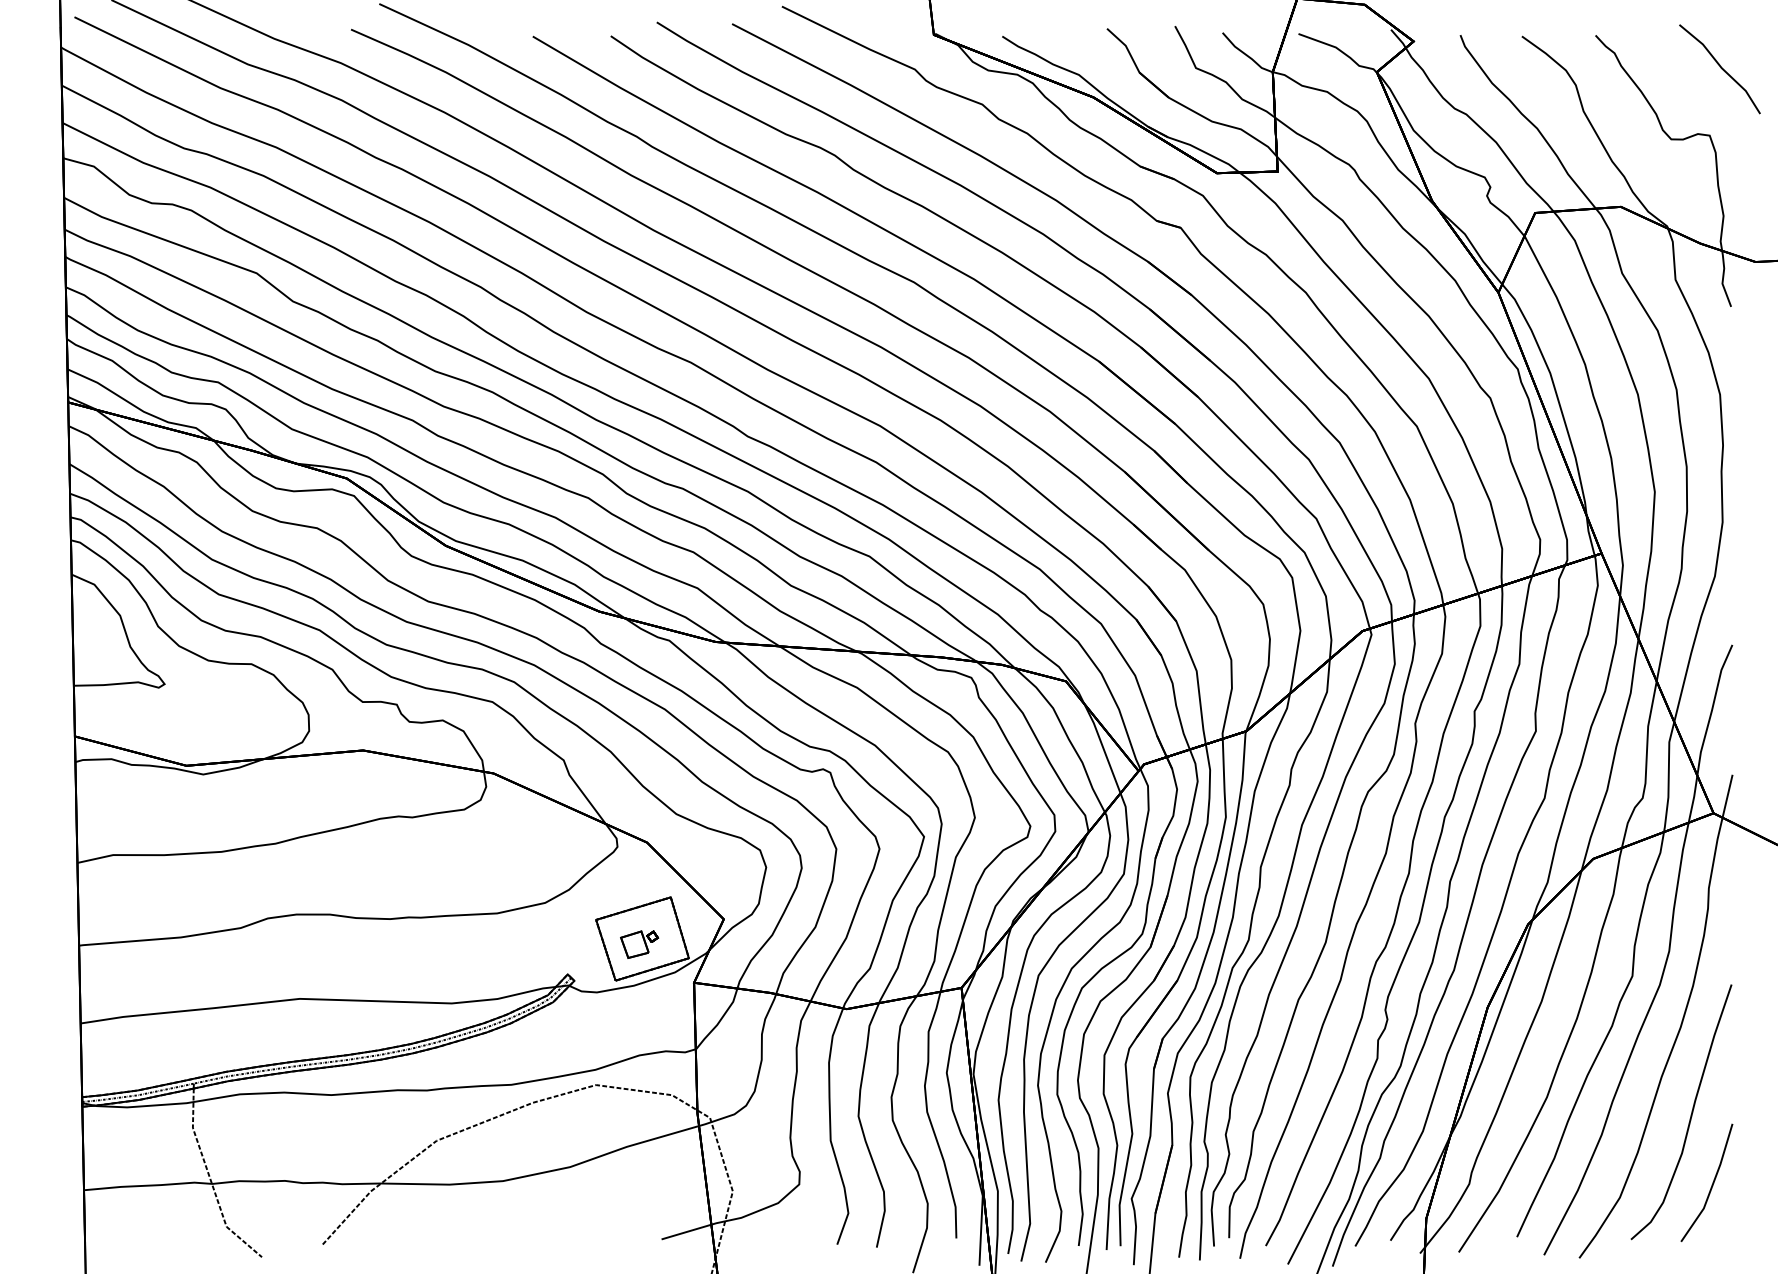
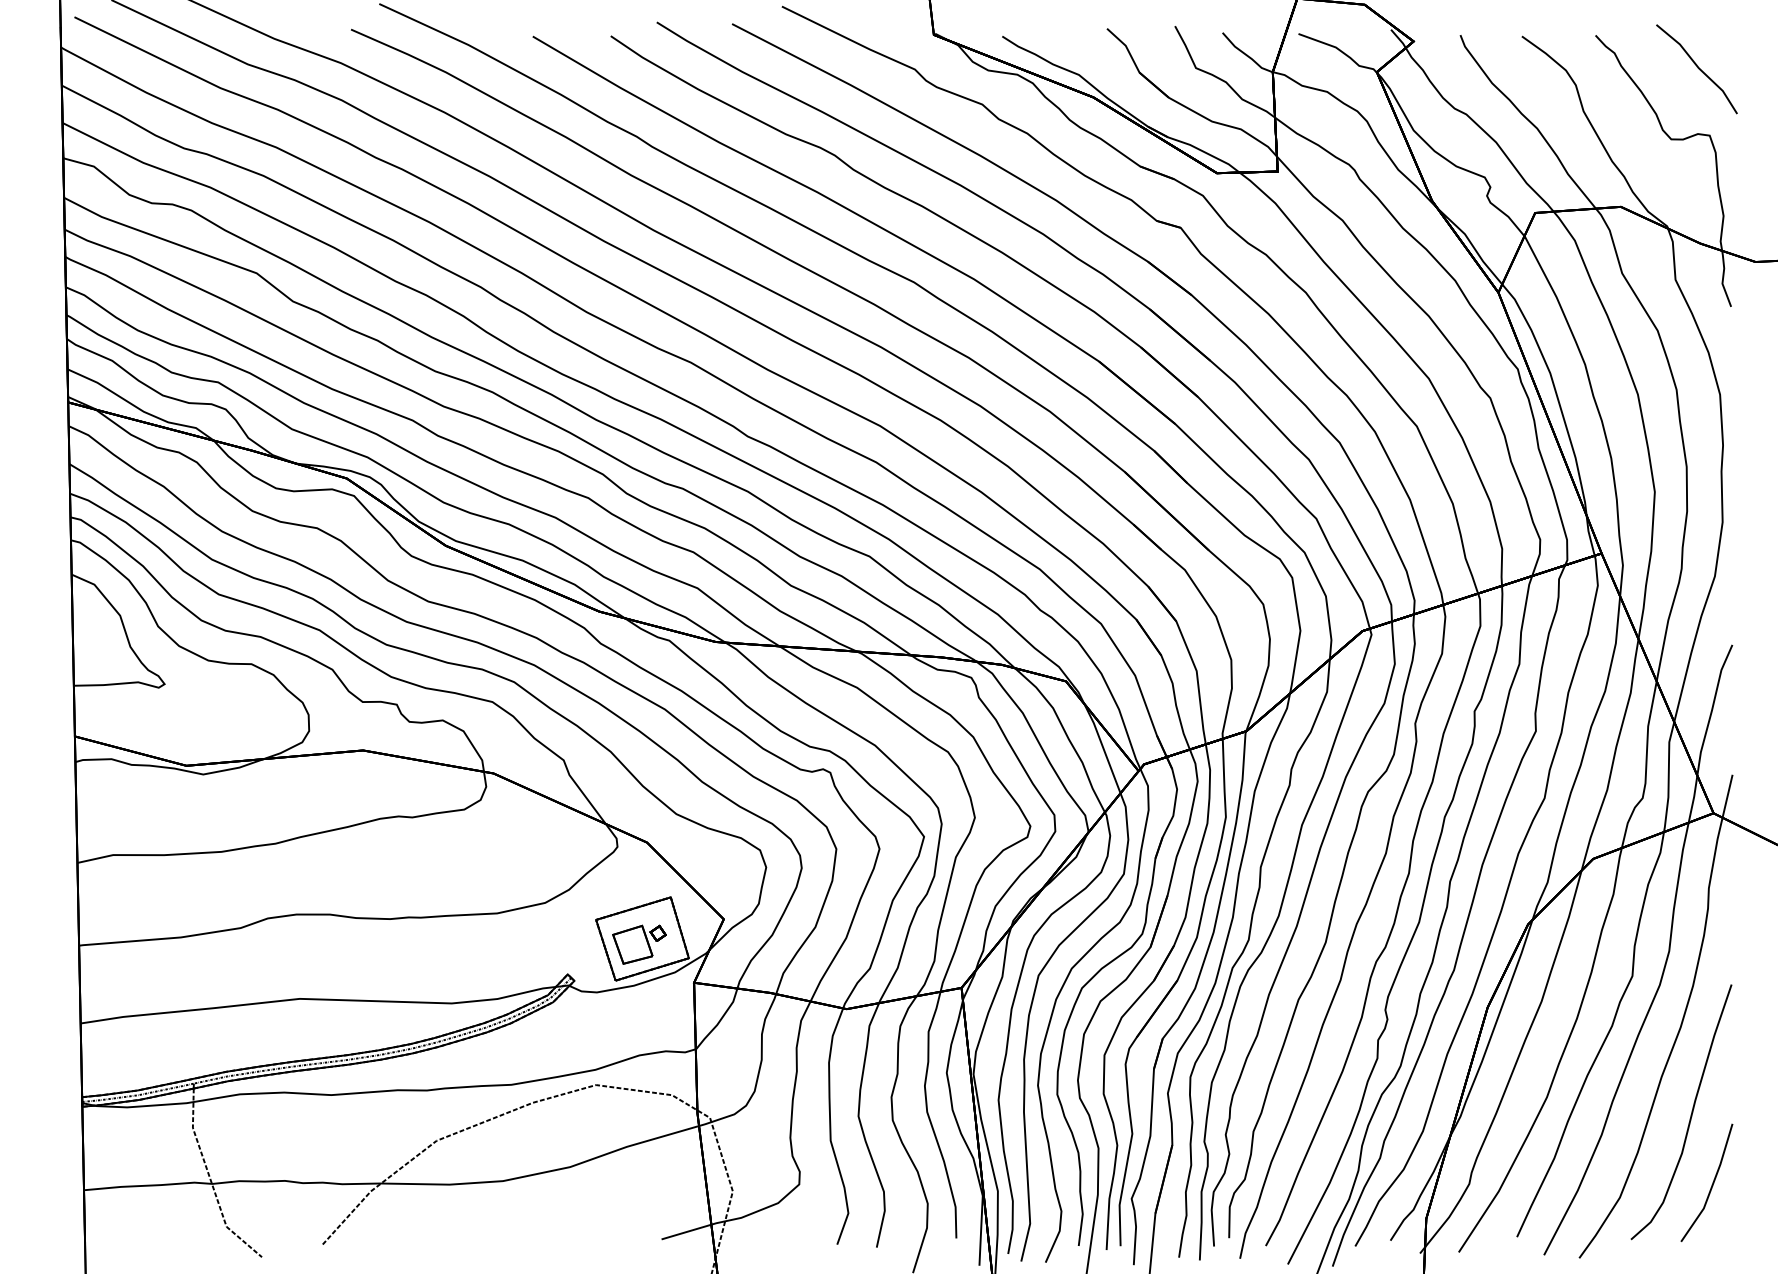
line at (1720, 68) position: (1720, 68) -> (1697, 68)
part at (639, 944) size: 40x29 px -> 55x41 px
